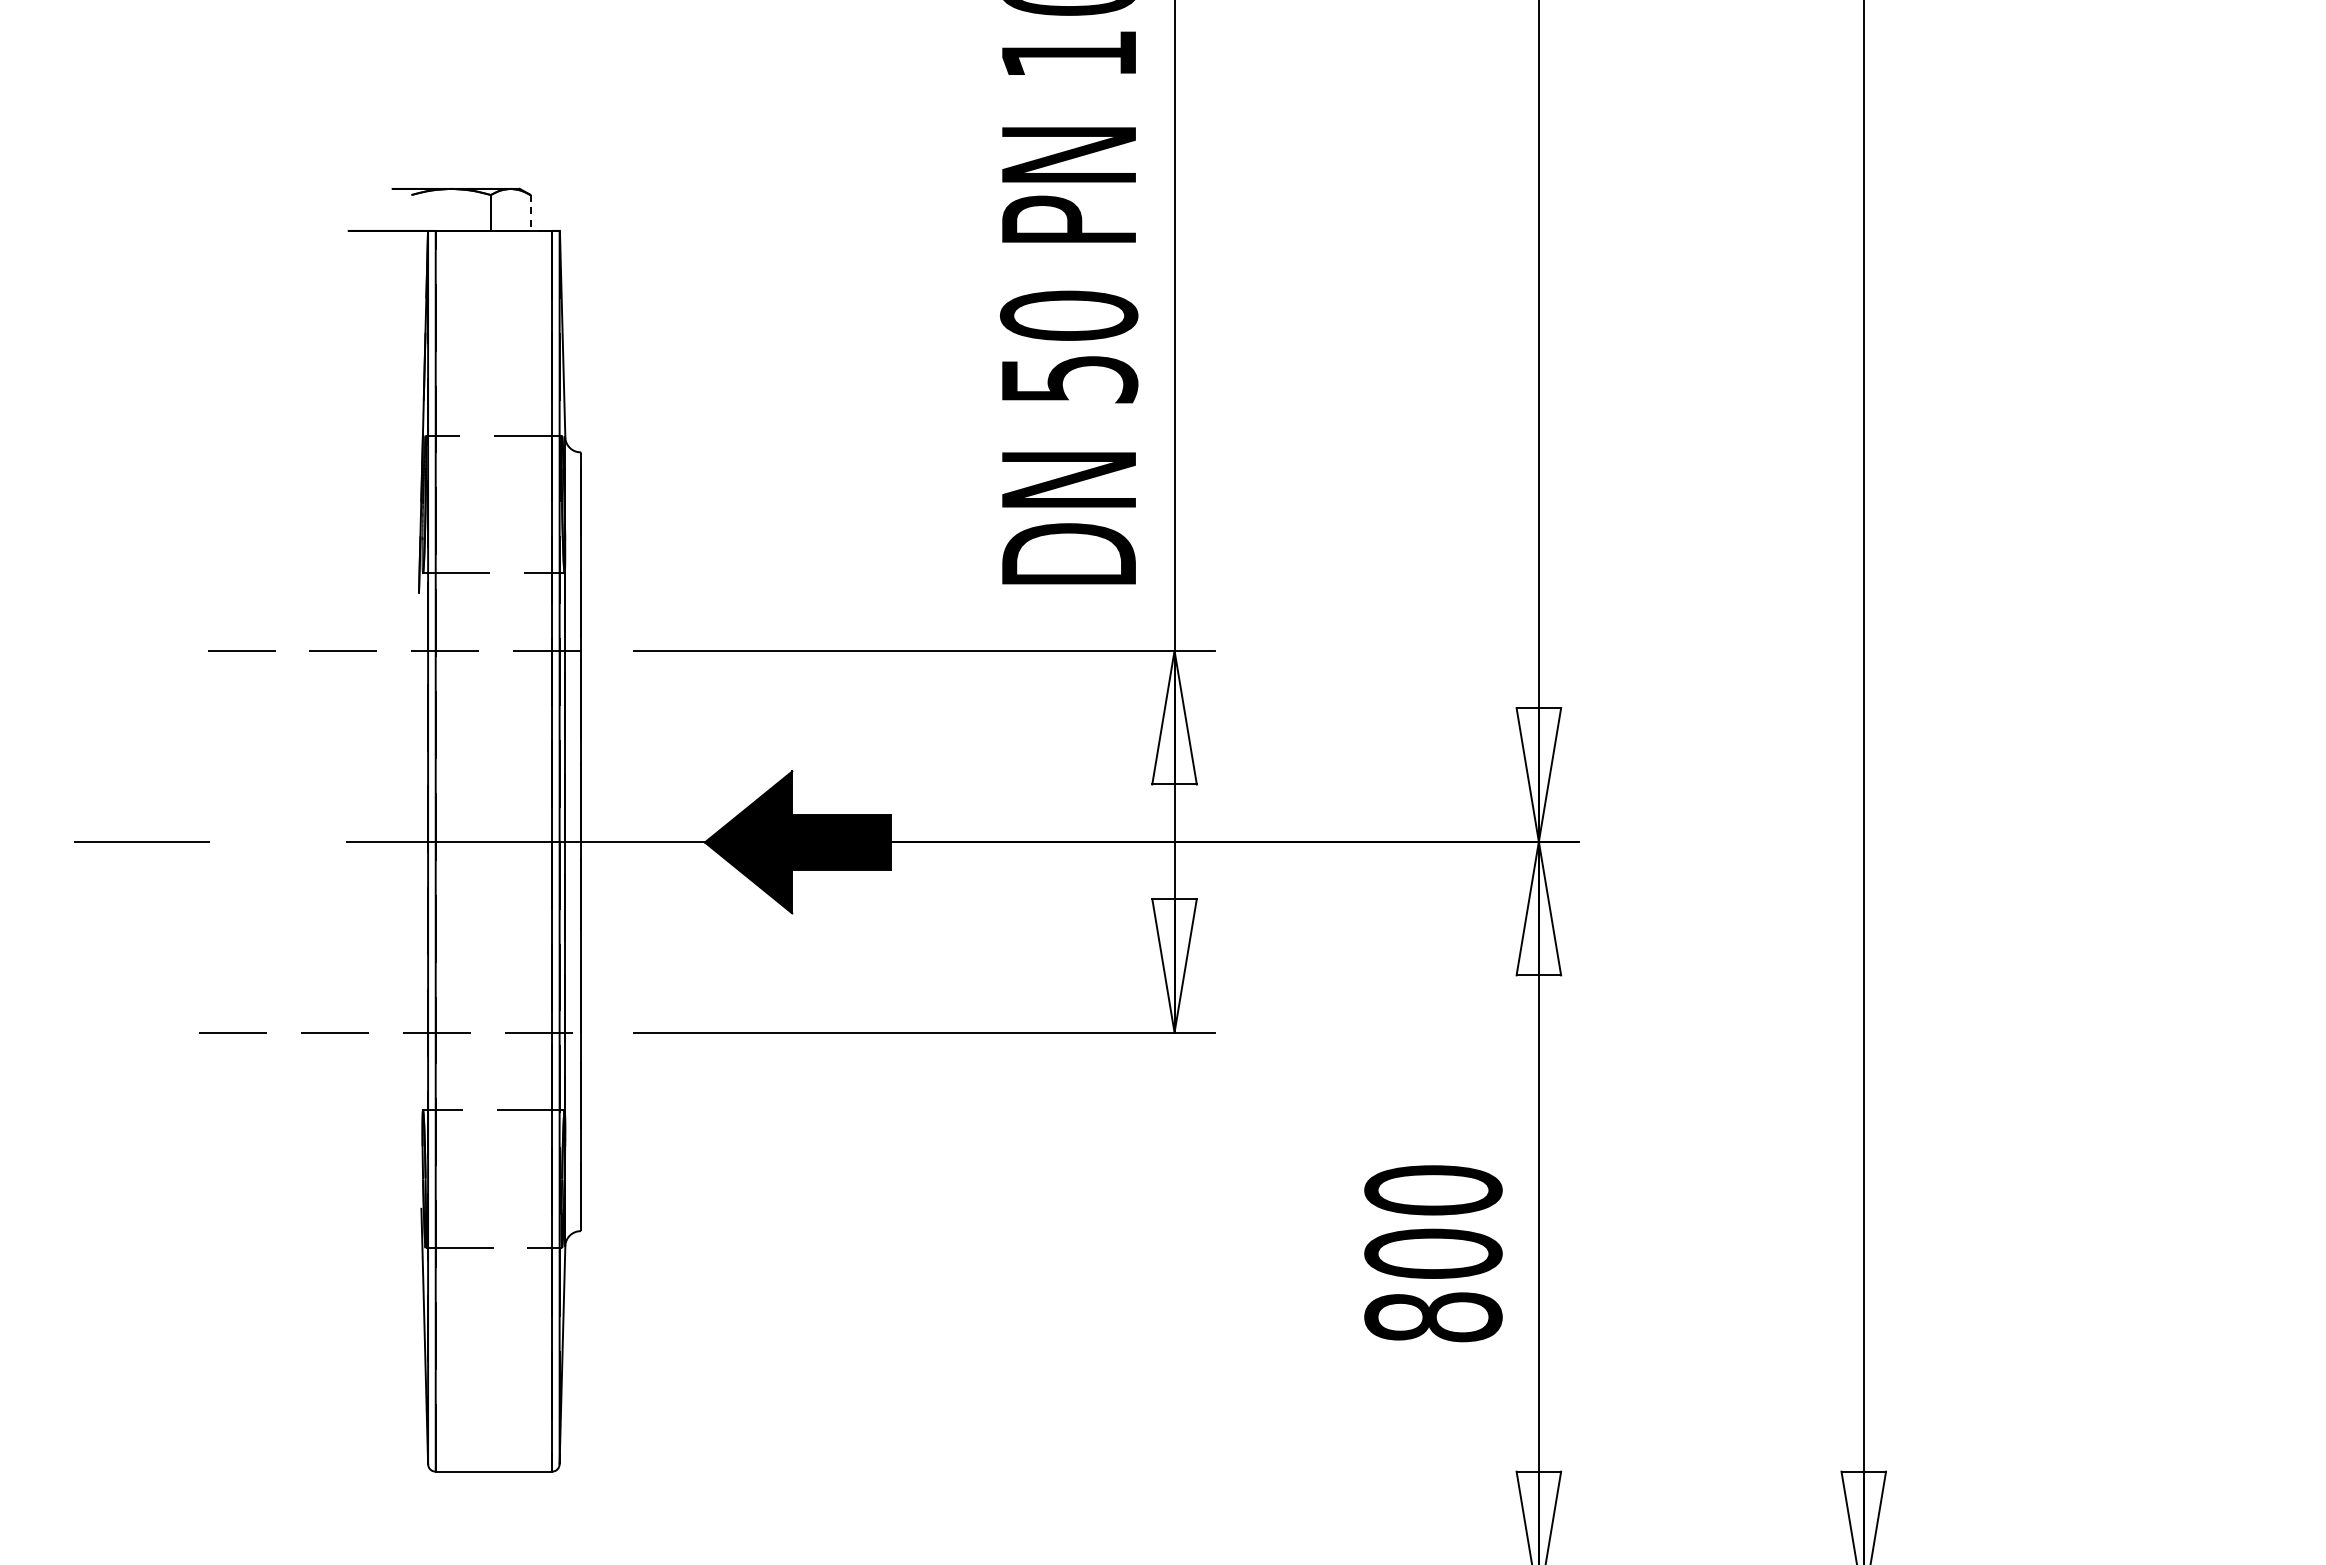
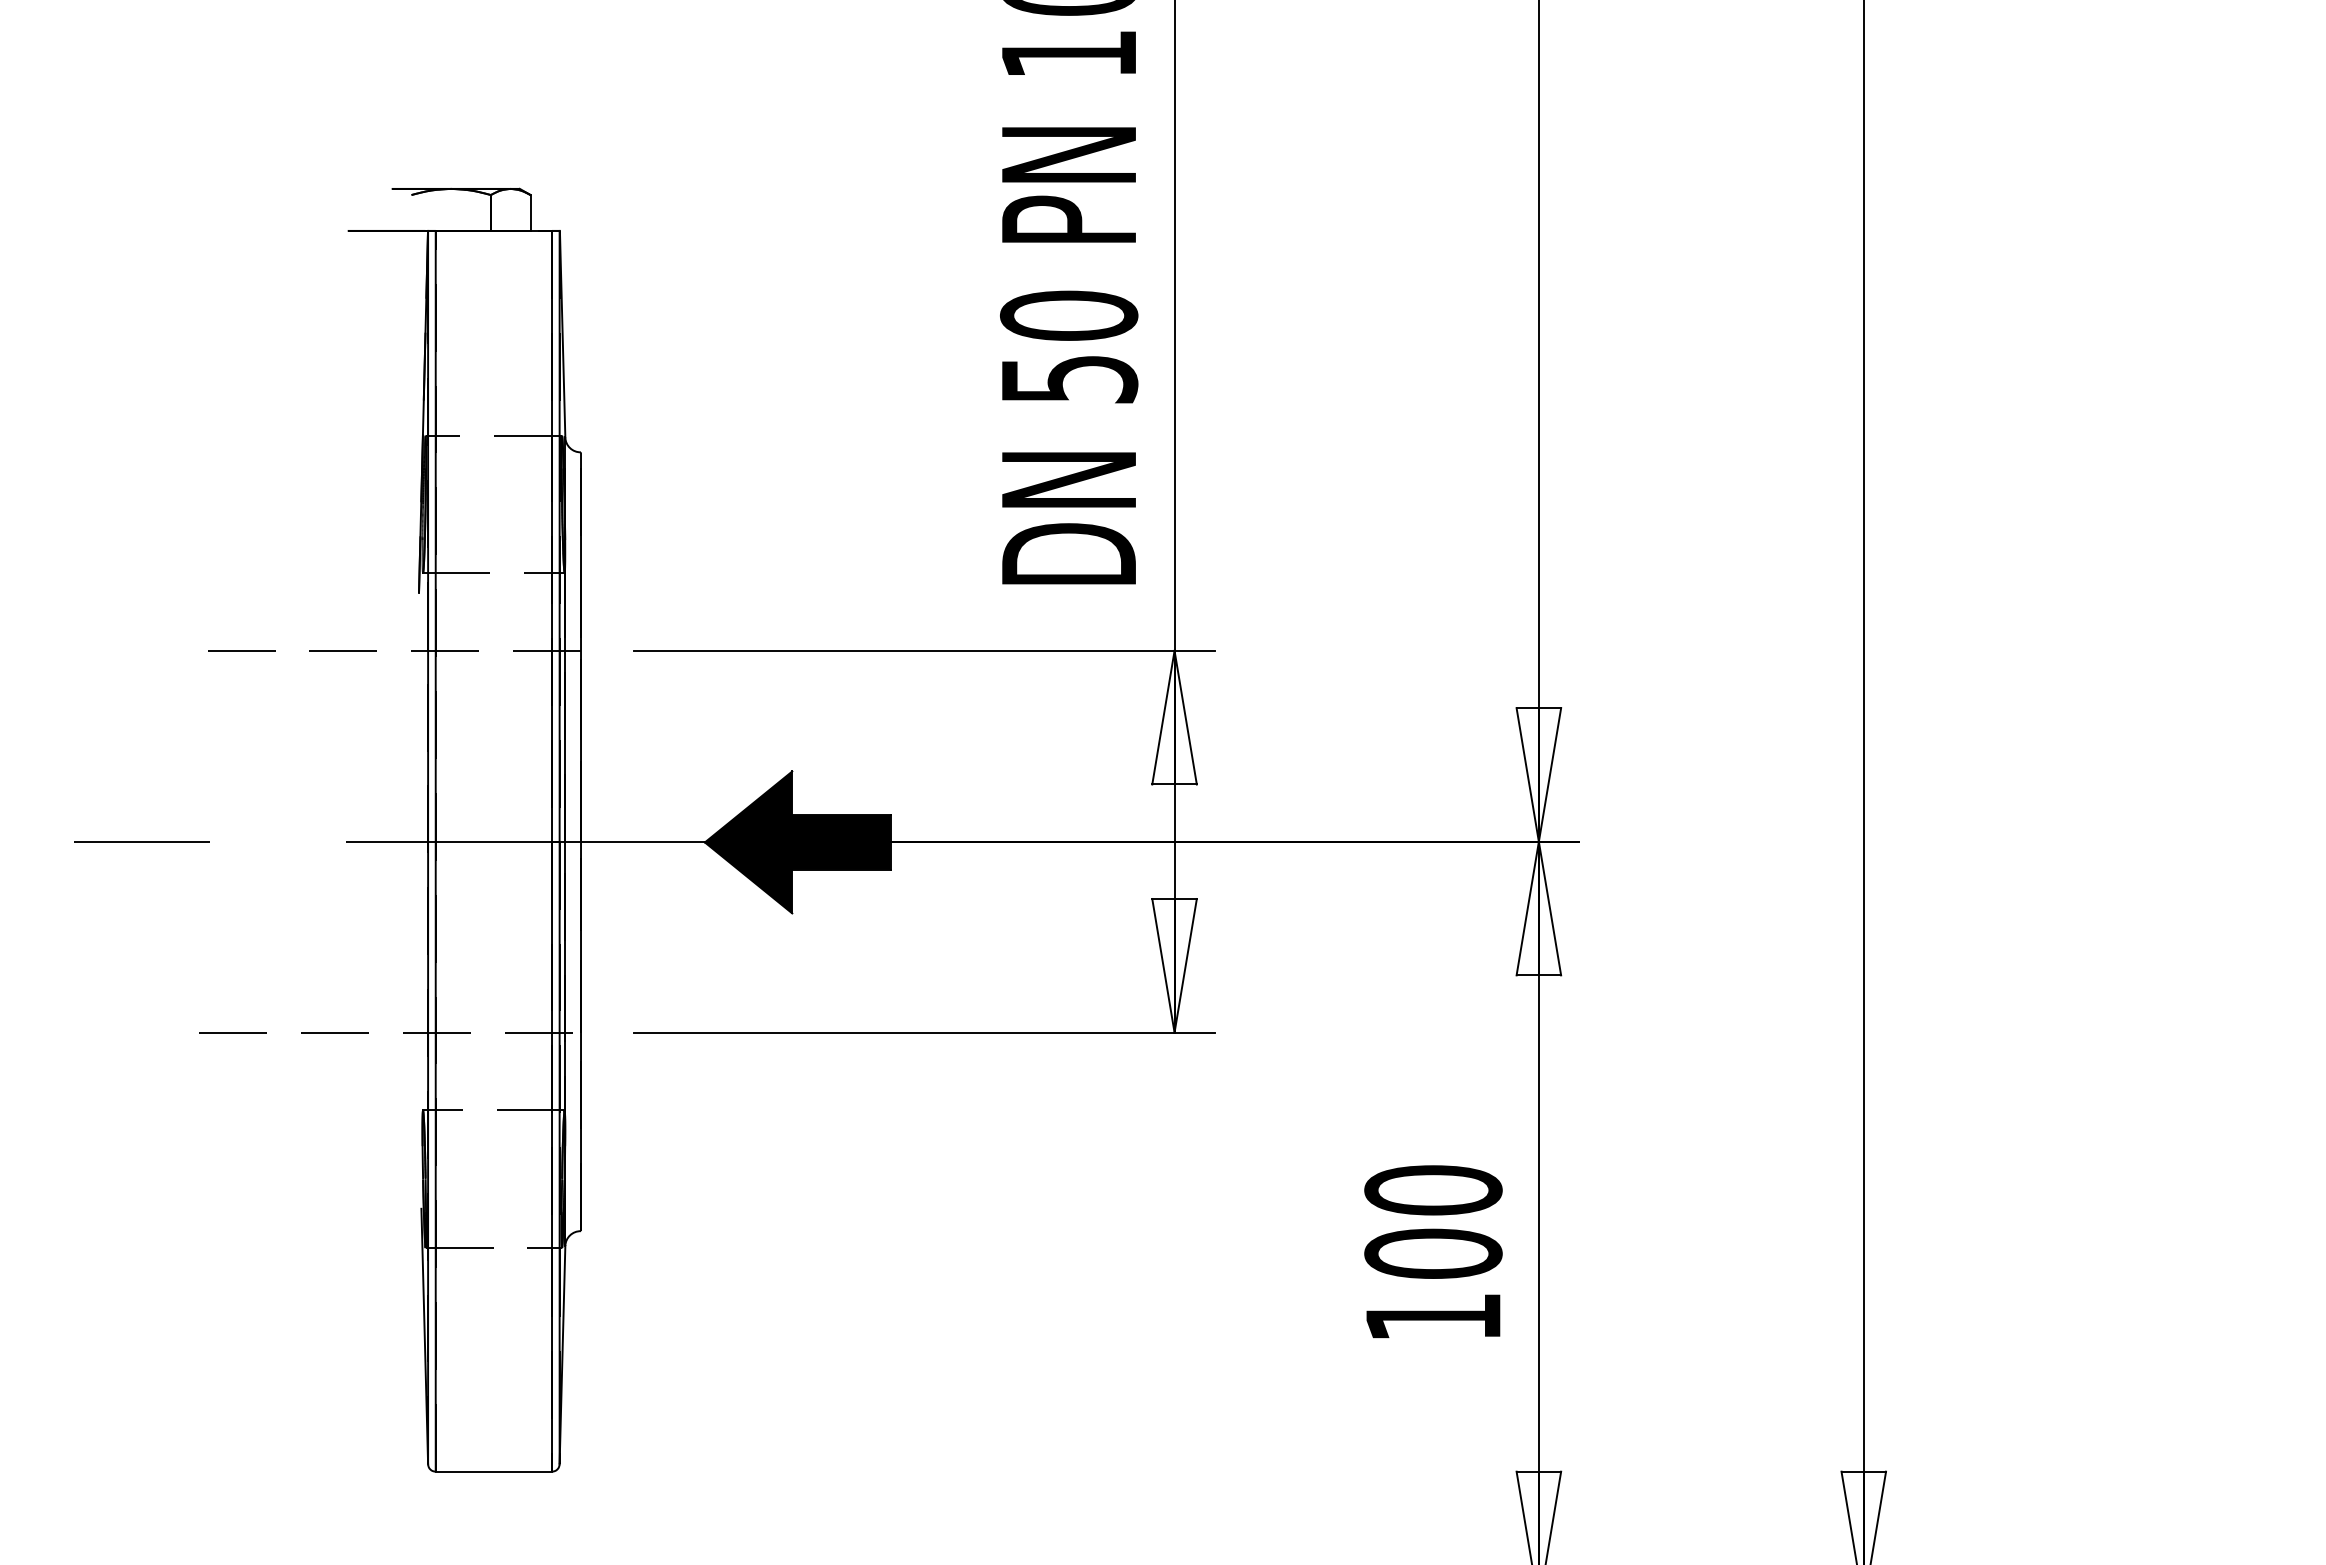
line at (530, 212): dashed -> solid
text at (1433, 1317): 800 -> 100
